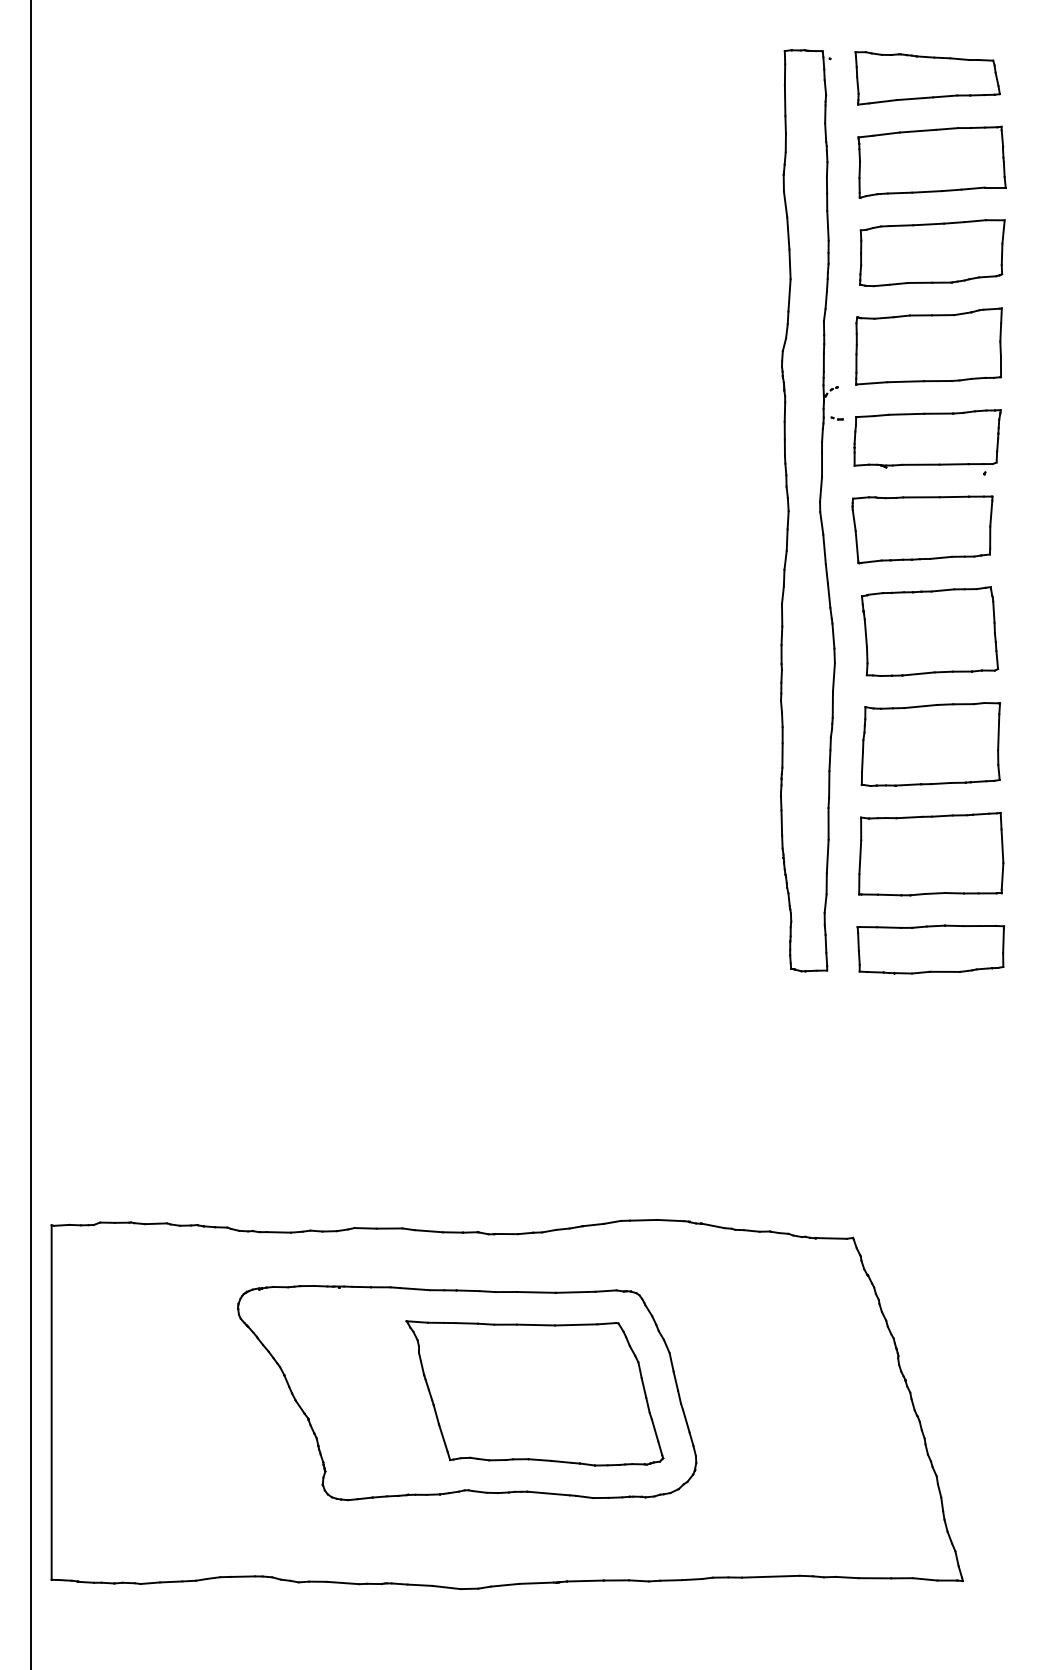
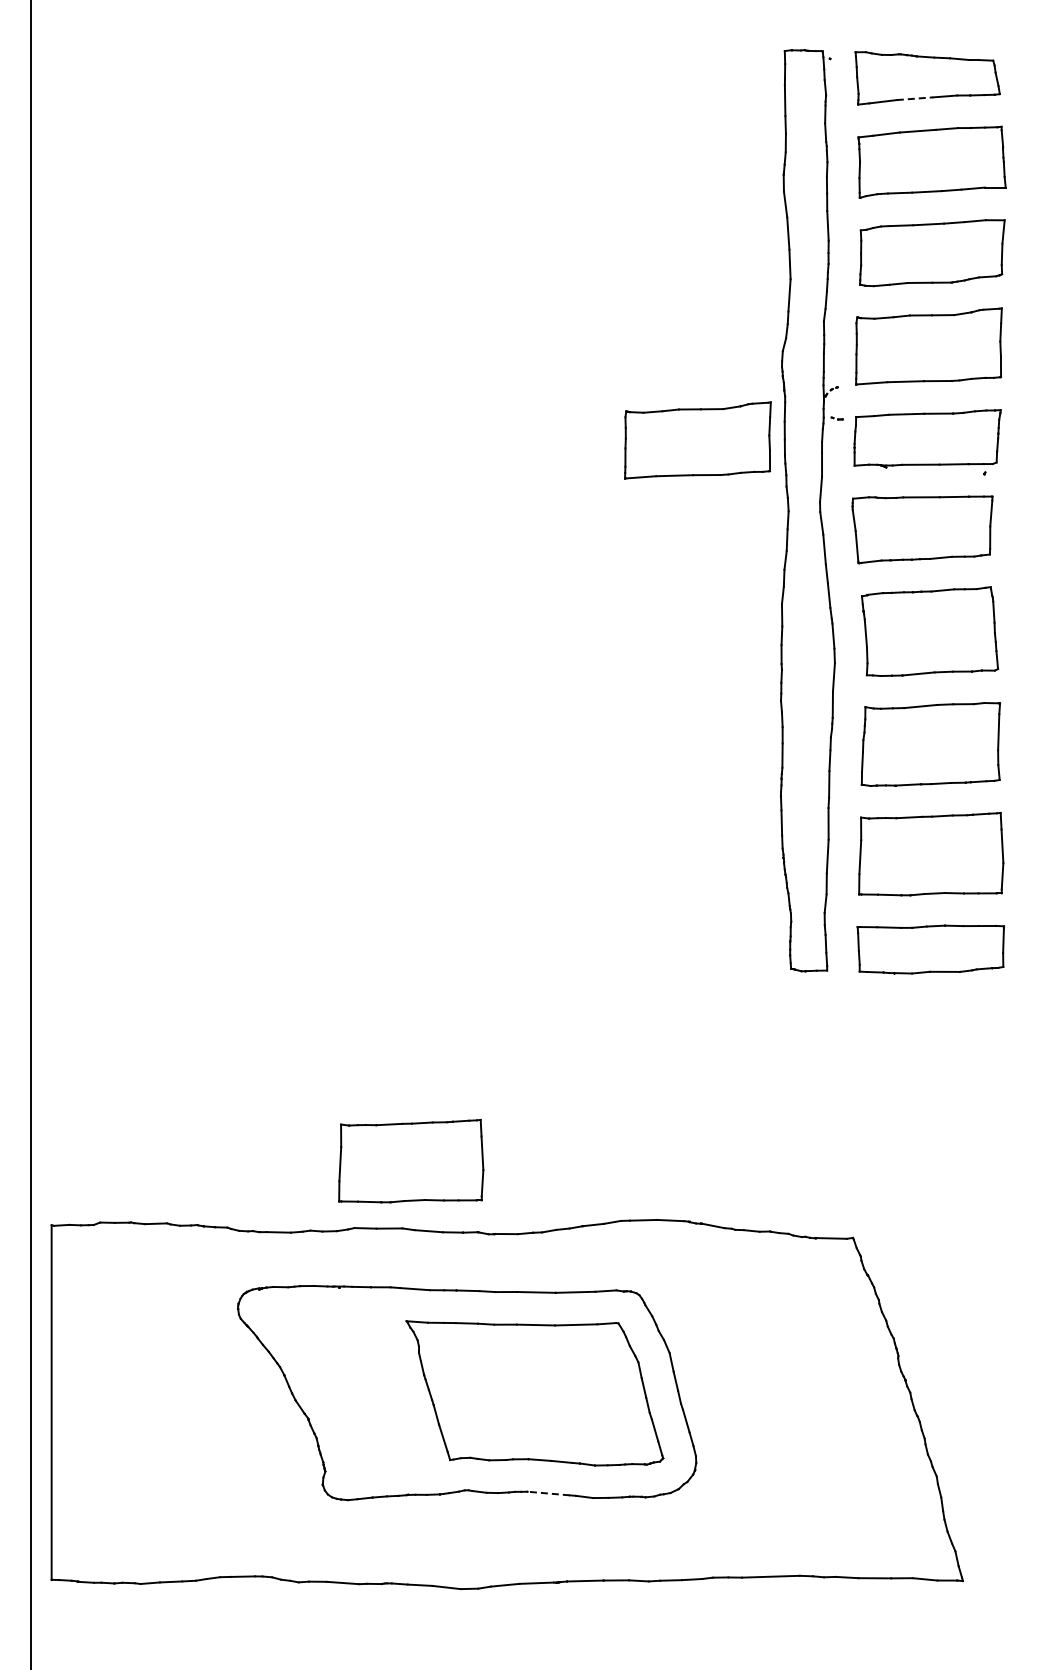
line at (915, 98): solid -> dashed
part at (697, 440): none -> present
part at (411, 1161): none -> present
line at (548, 1493): solid -> dashed
